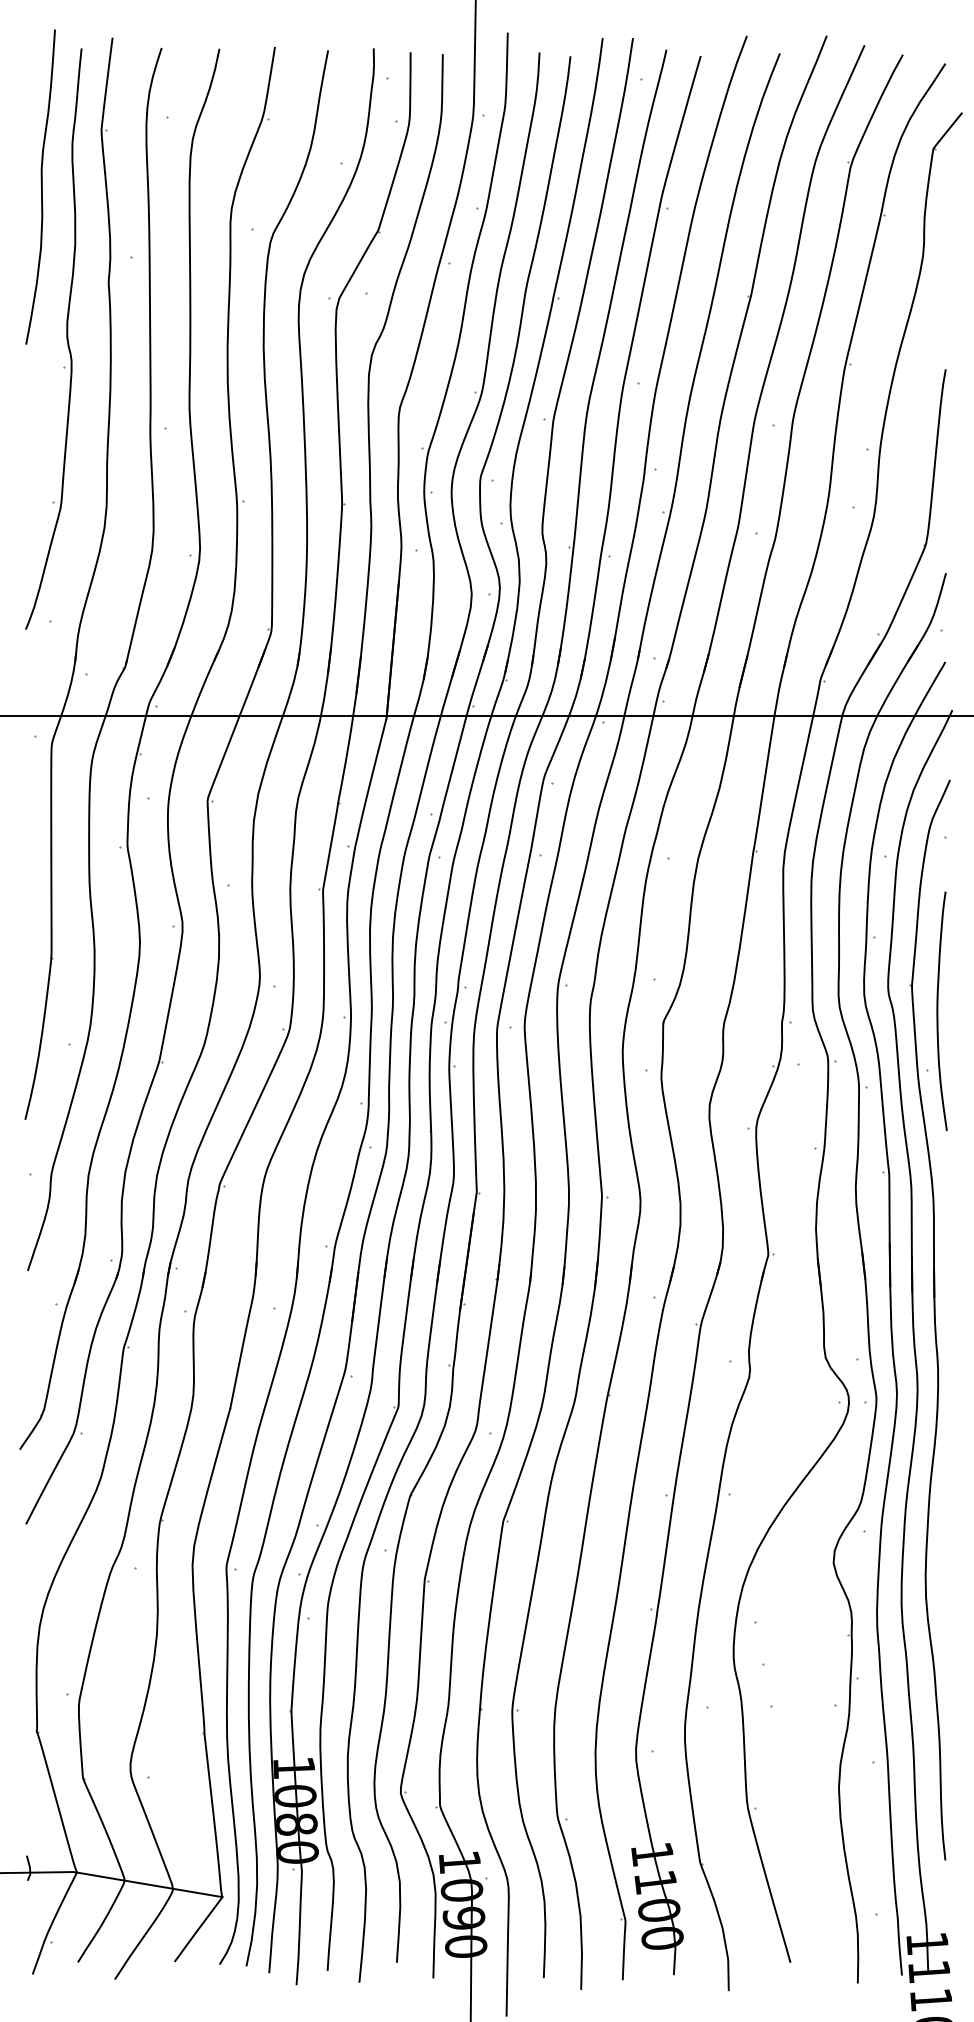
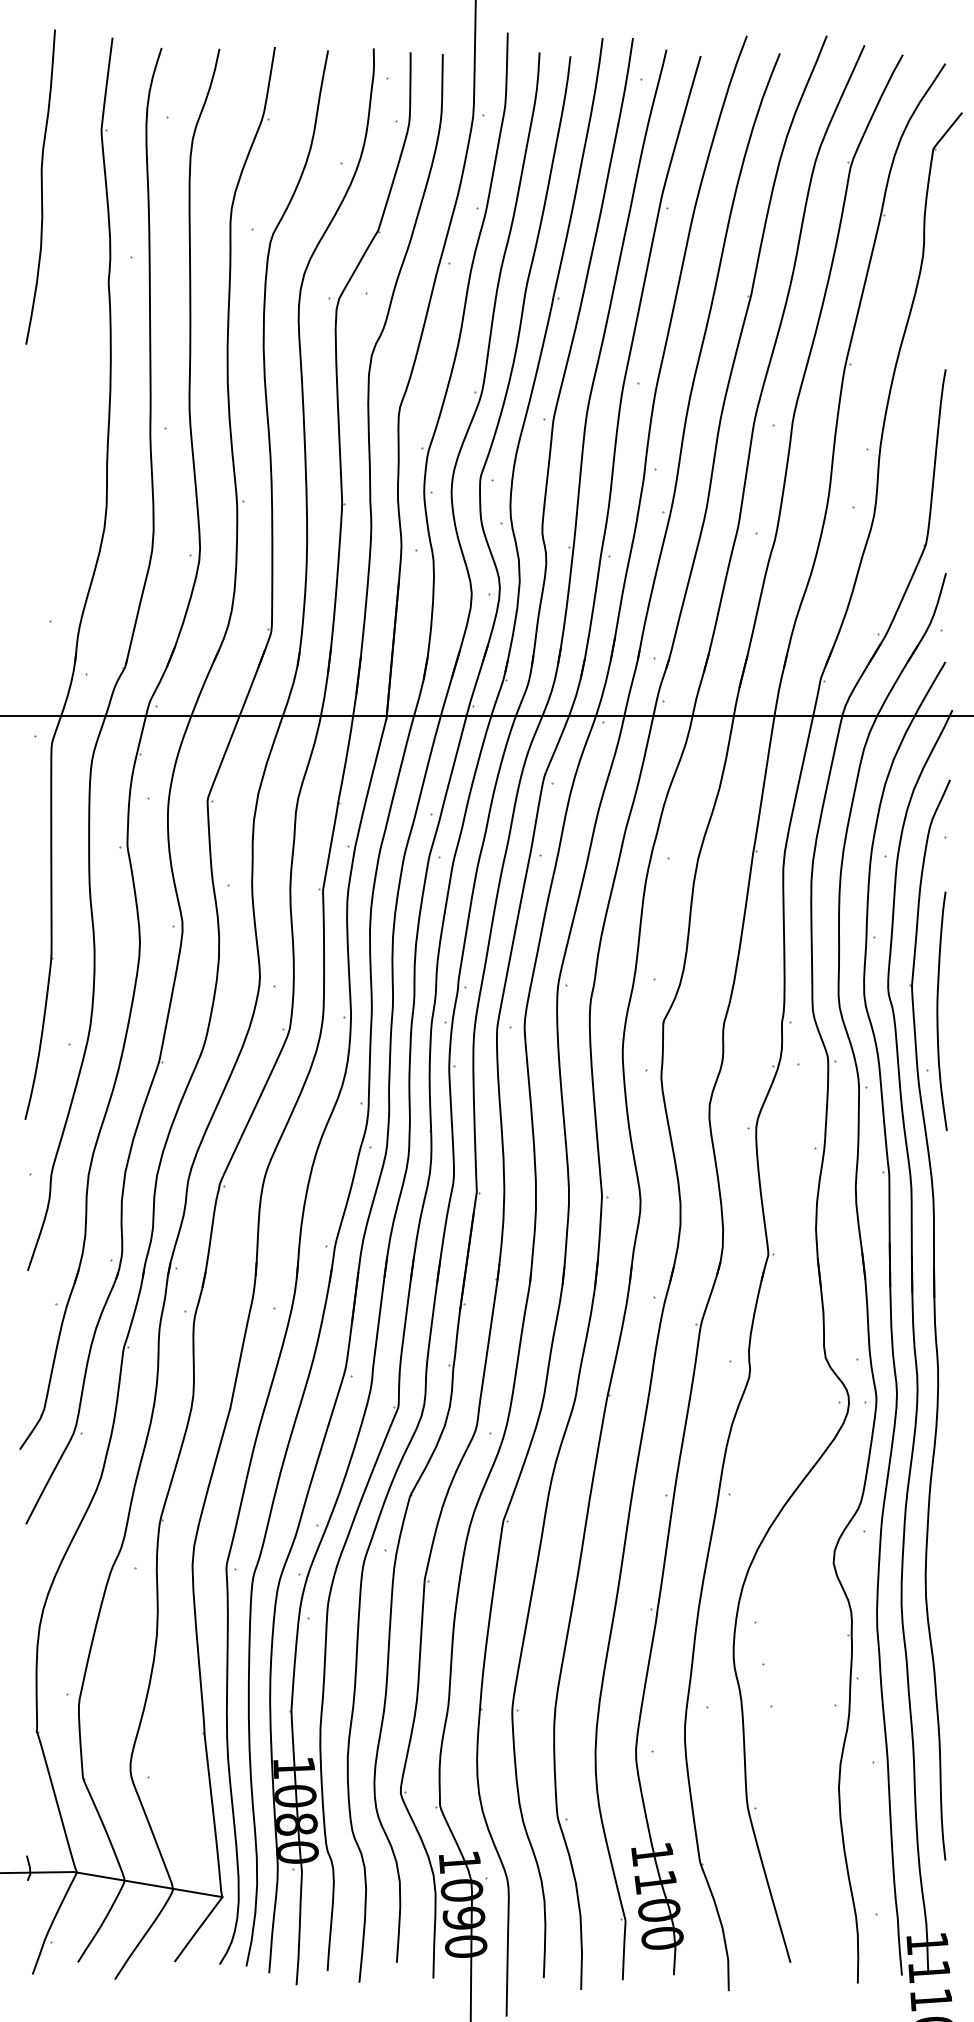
part at (66, 338): present -> none
